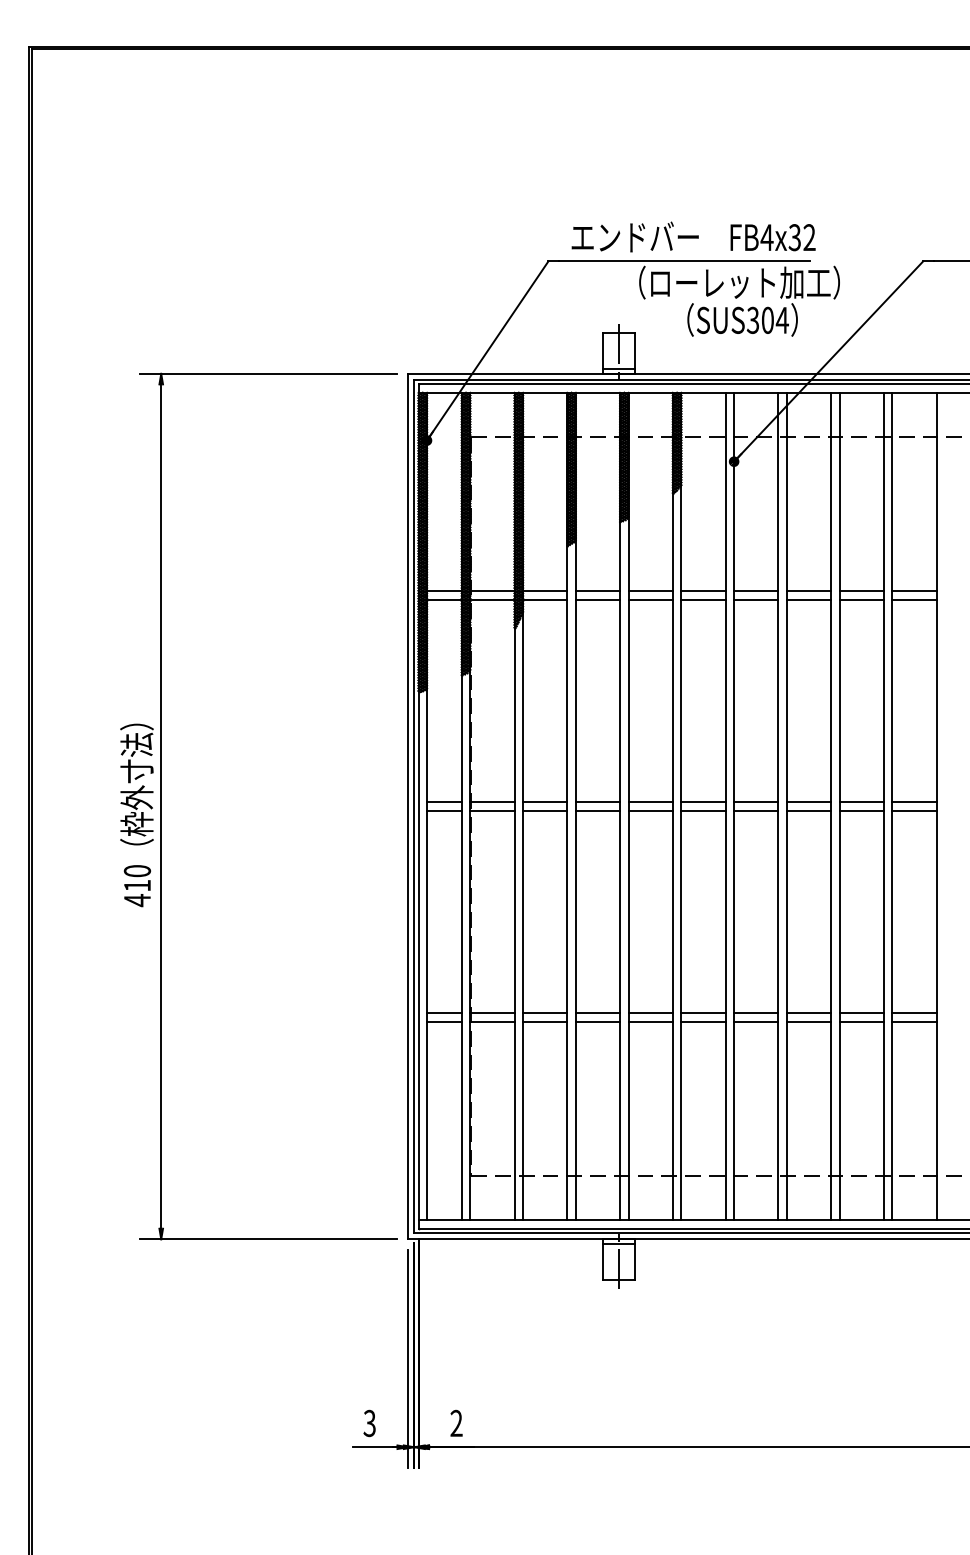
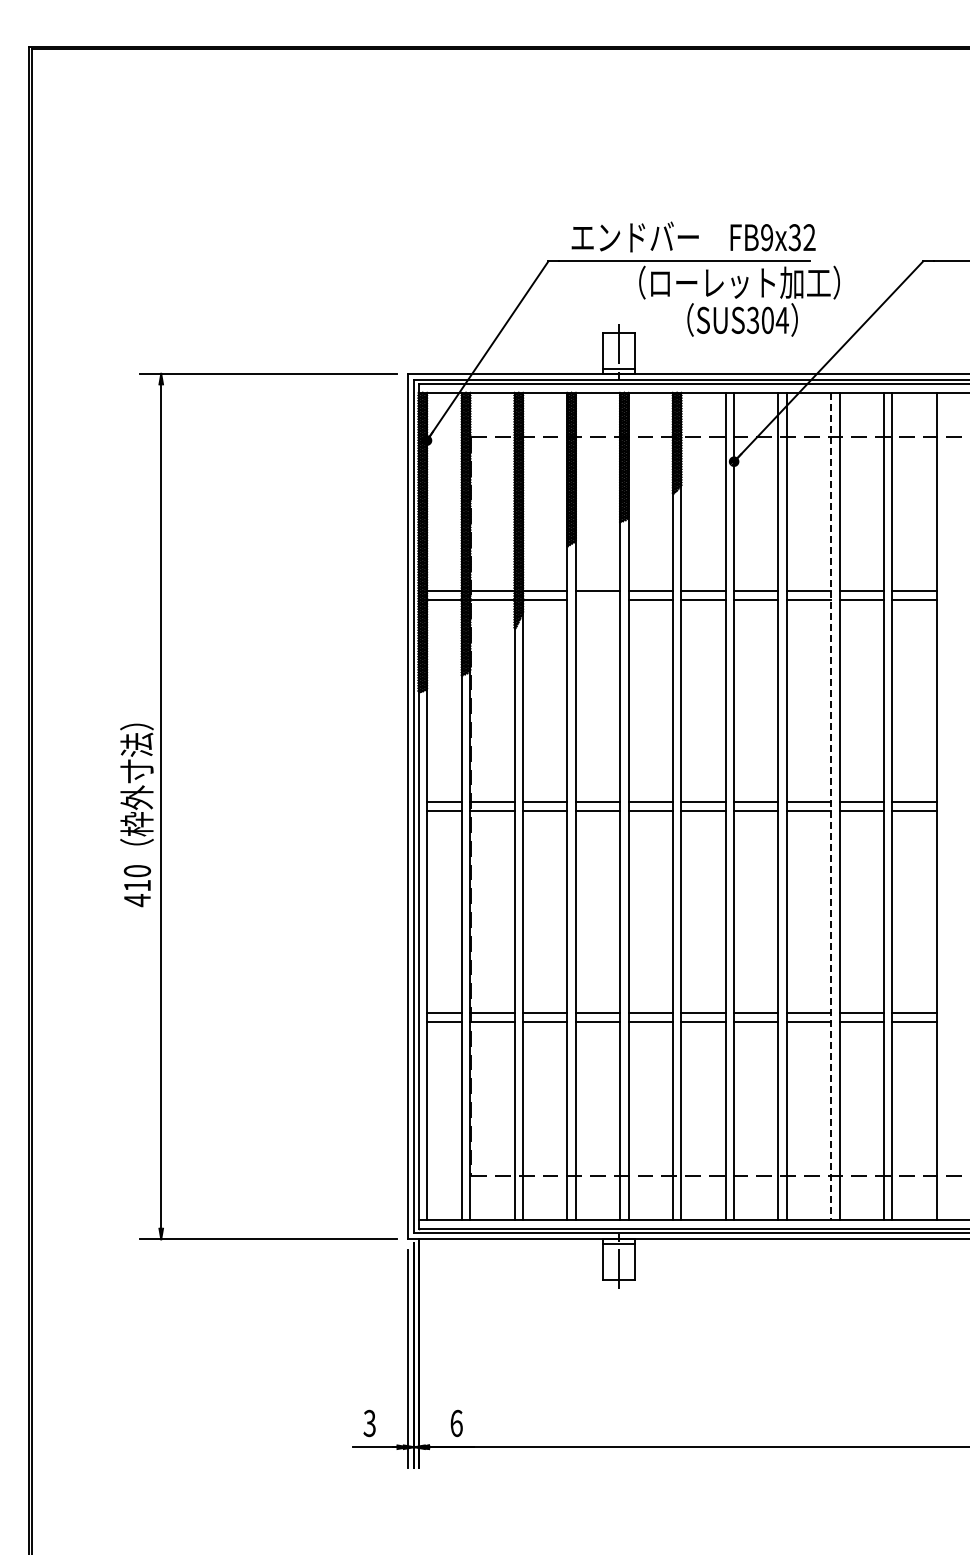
text at (766, 237): FB4x32 -> FB9x32
line at (597, 599): present -> none
line at (831, 806): solid -> dashed
text at (456, 1423): 2 -> 6
